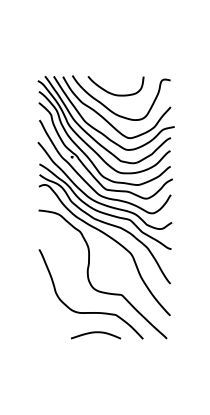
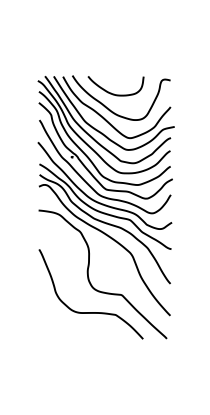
curve at (95, 333): present -> none
